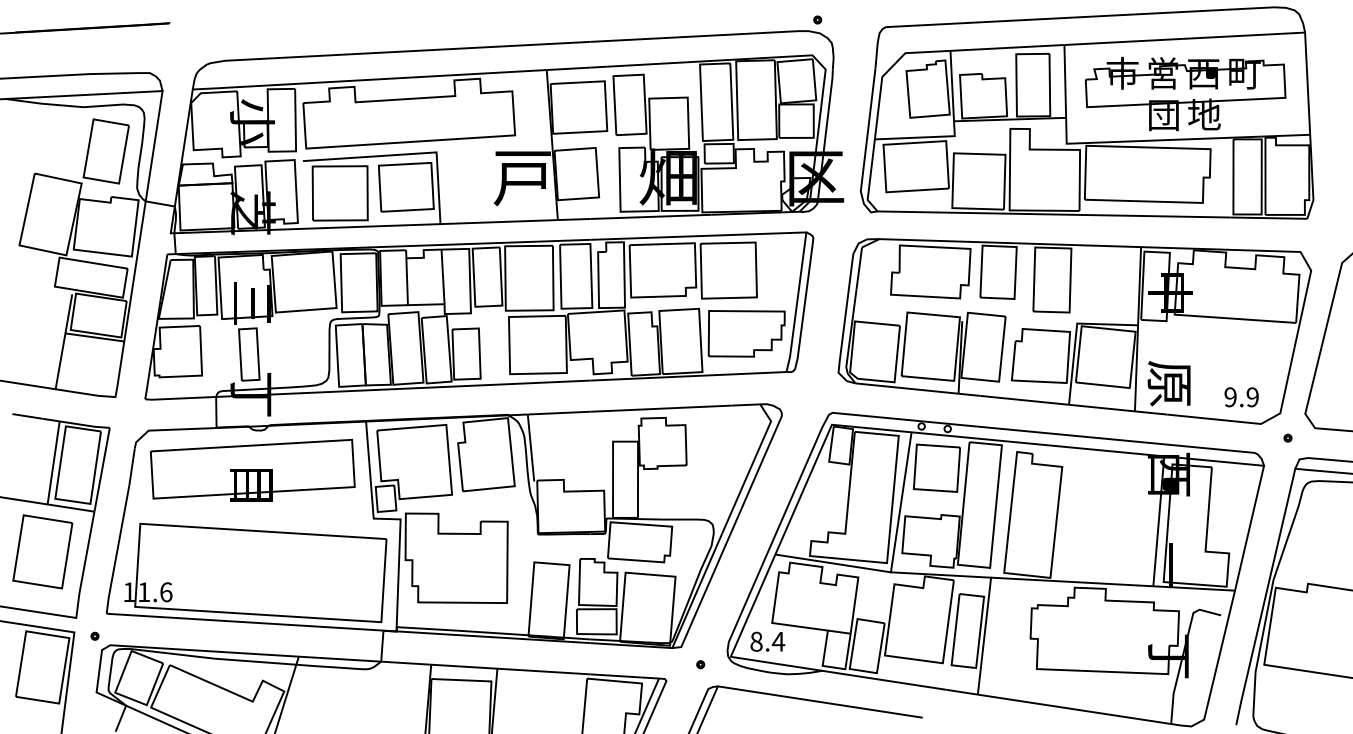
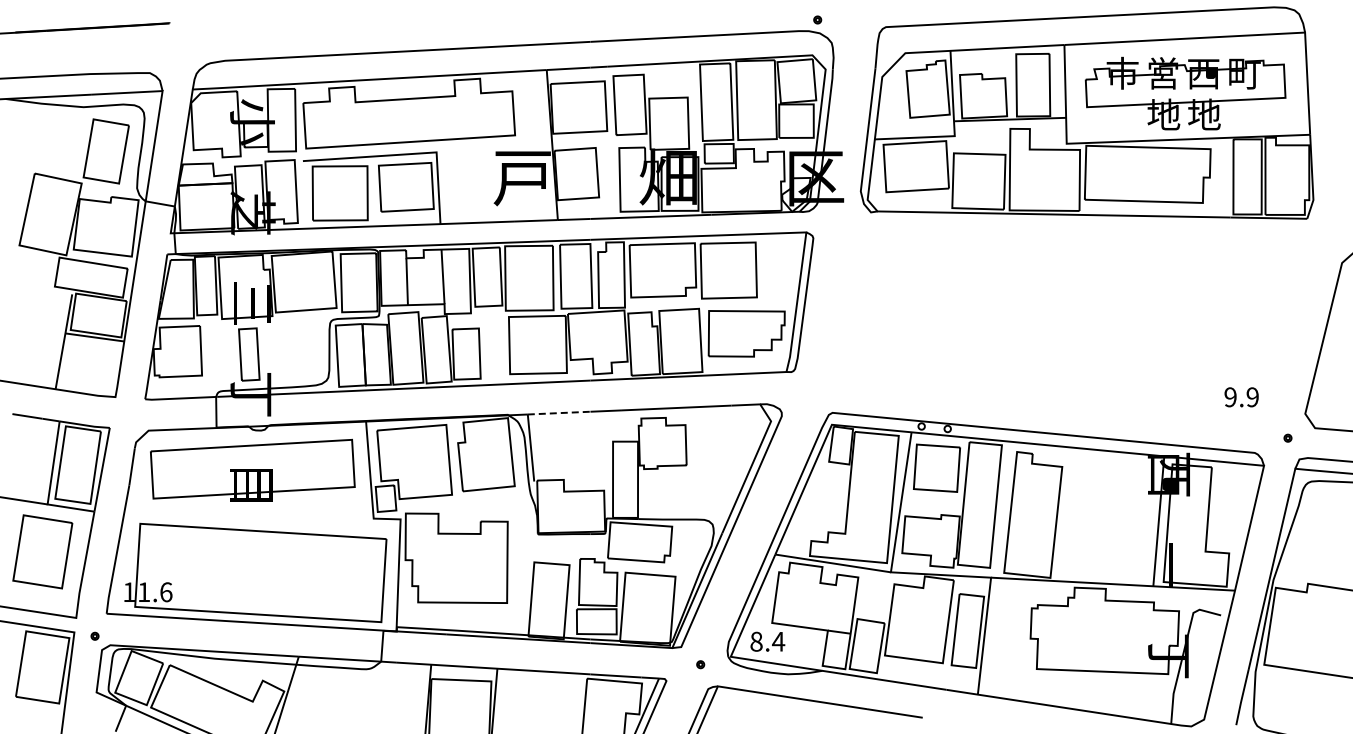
text at (1163, 114): 団 -> 地
part at (1074, 331): present -> none
line at (559, 413): solid -> dashed
